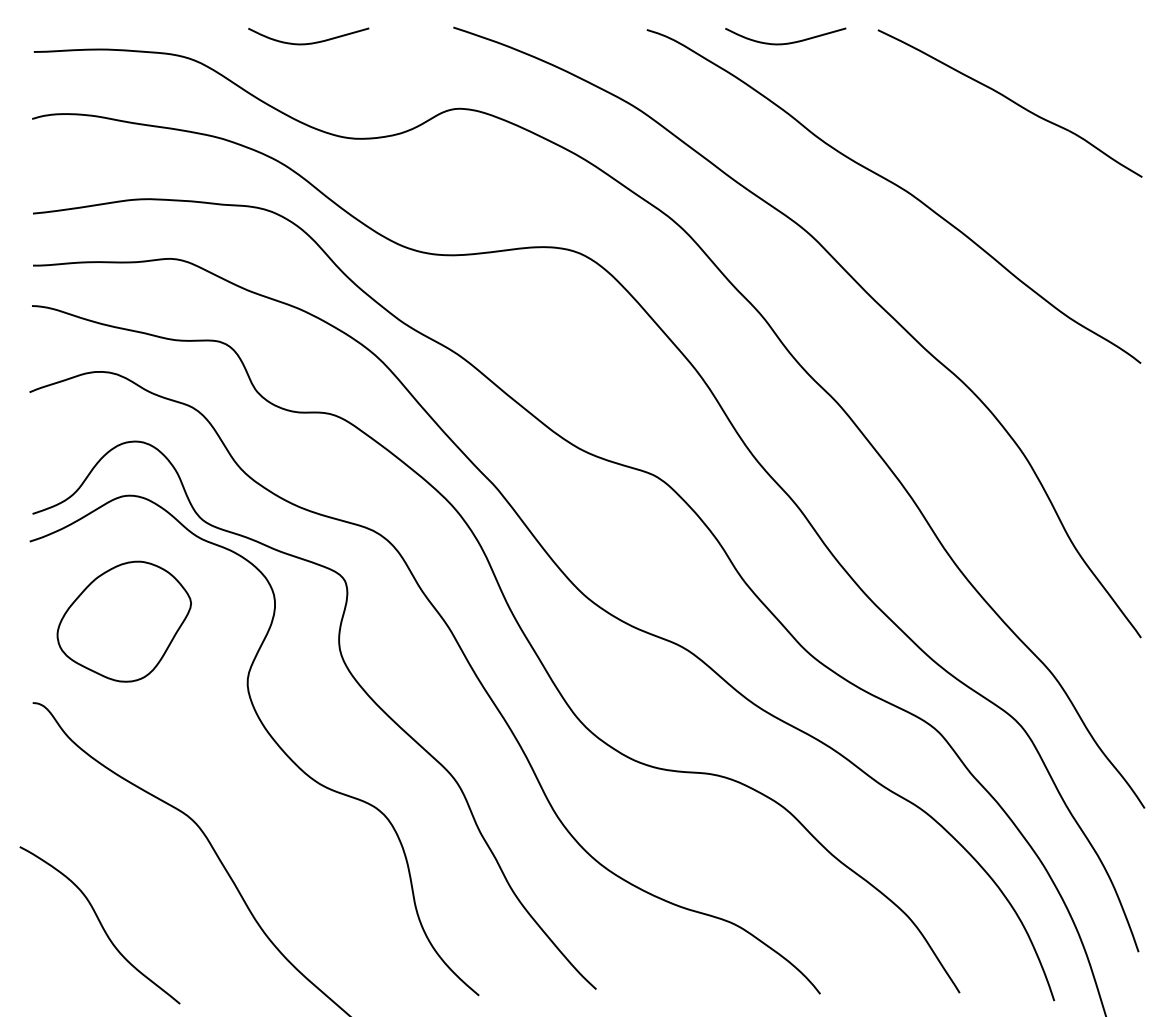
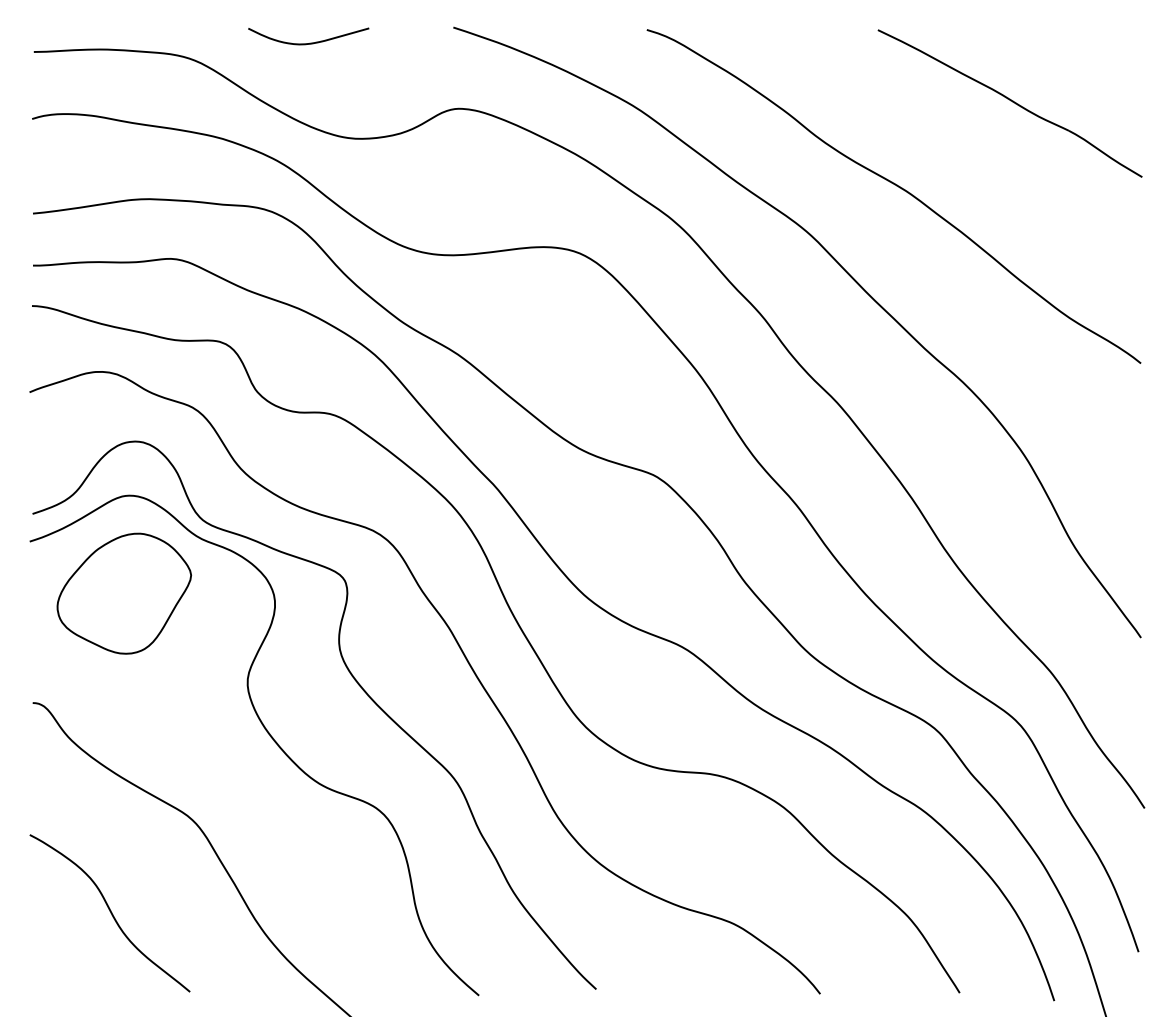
curve at (786, 42): present -> none
part at (123, 621) position: (123, 621) -> (123, 593)
curve at (100, 925) position: (100, 925) -> (110, 913)
